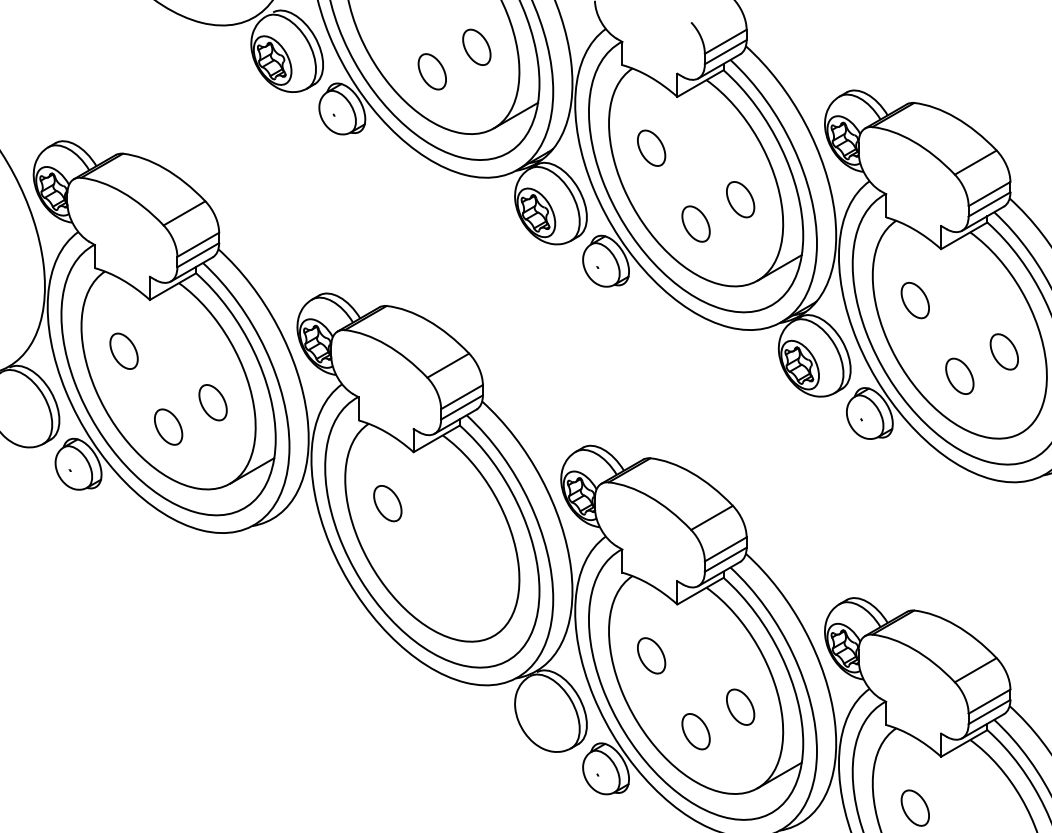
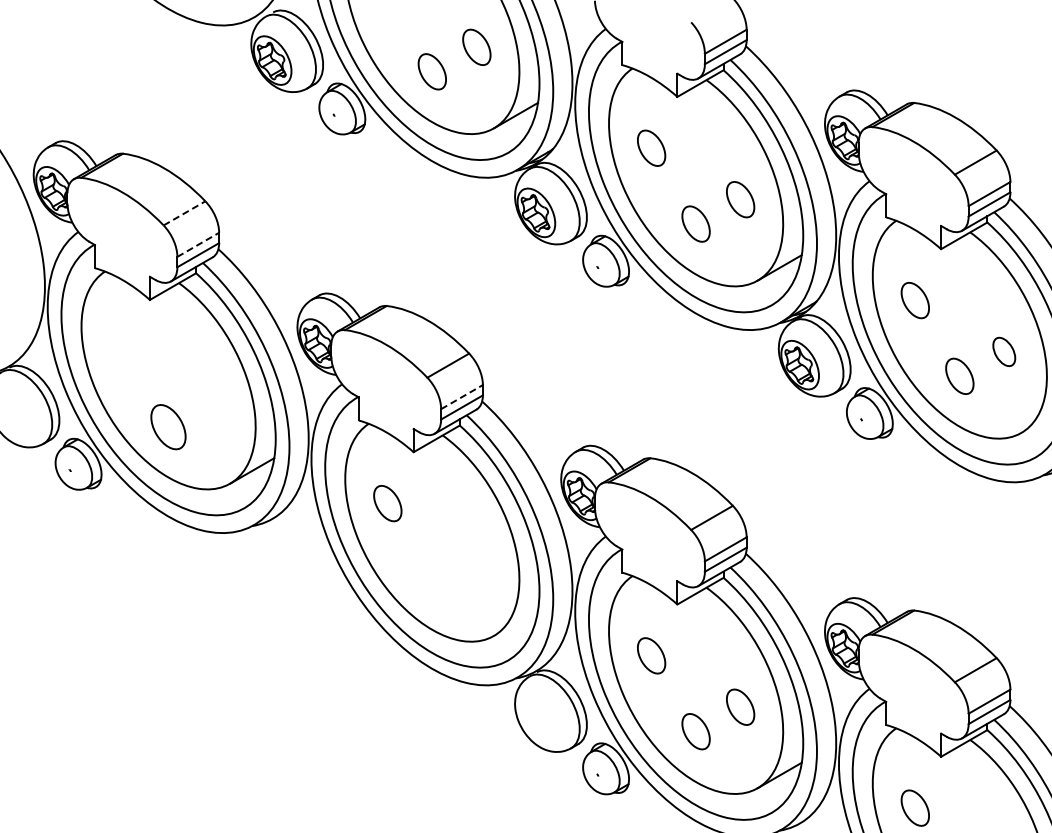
line at (184, 213): solid -> dashed
line at (198, 244): solid -> dashed
part at (123, 350): present -> none
part at (1003, 351) size: 30x38 px -> 25x31 px
line at (462, 396): solid -> dashed
part at (212, 402): present -> none
part at (168, 426) size: 30x38 px -> 37x47 px
